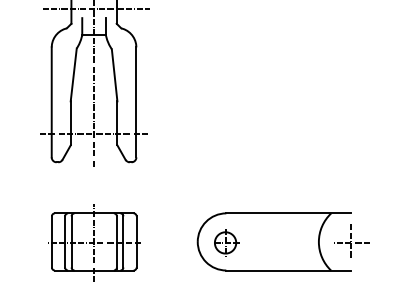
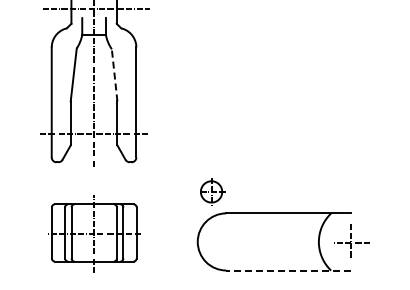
line at (114, 74): solid -> dashed
part at (94, 242) position: (94, 242) -> (94, 233)
part at (226, 242) position: (226, 242) -> (212, 191)
line at (288, 270): solid -> dashed
